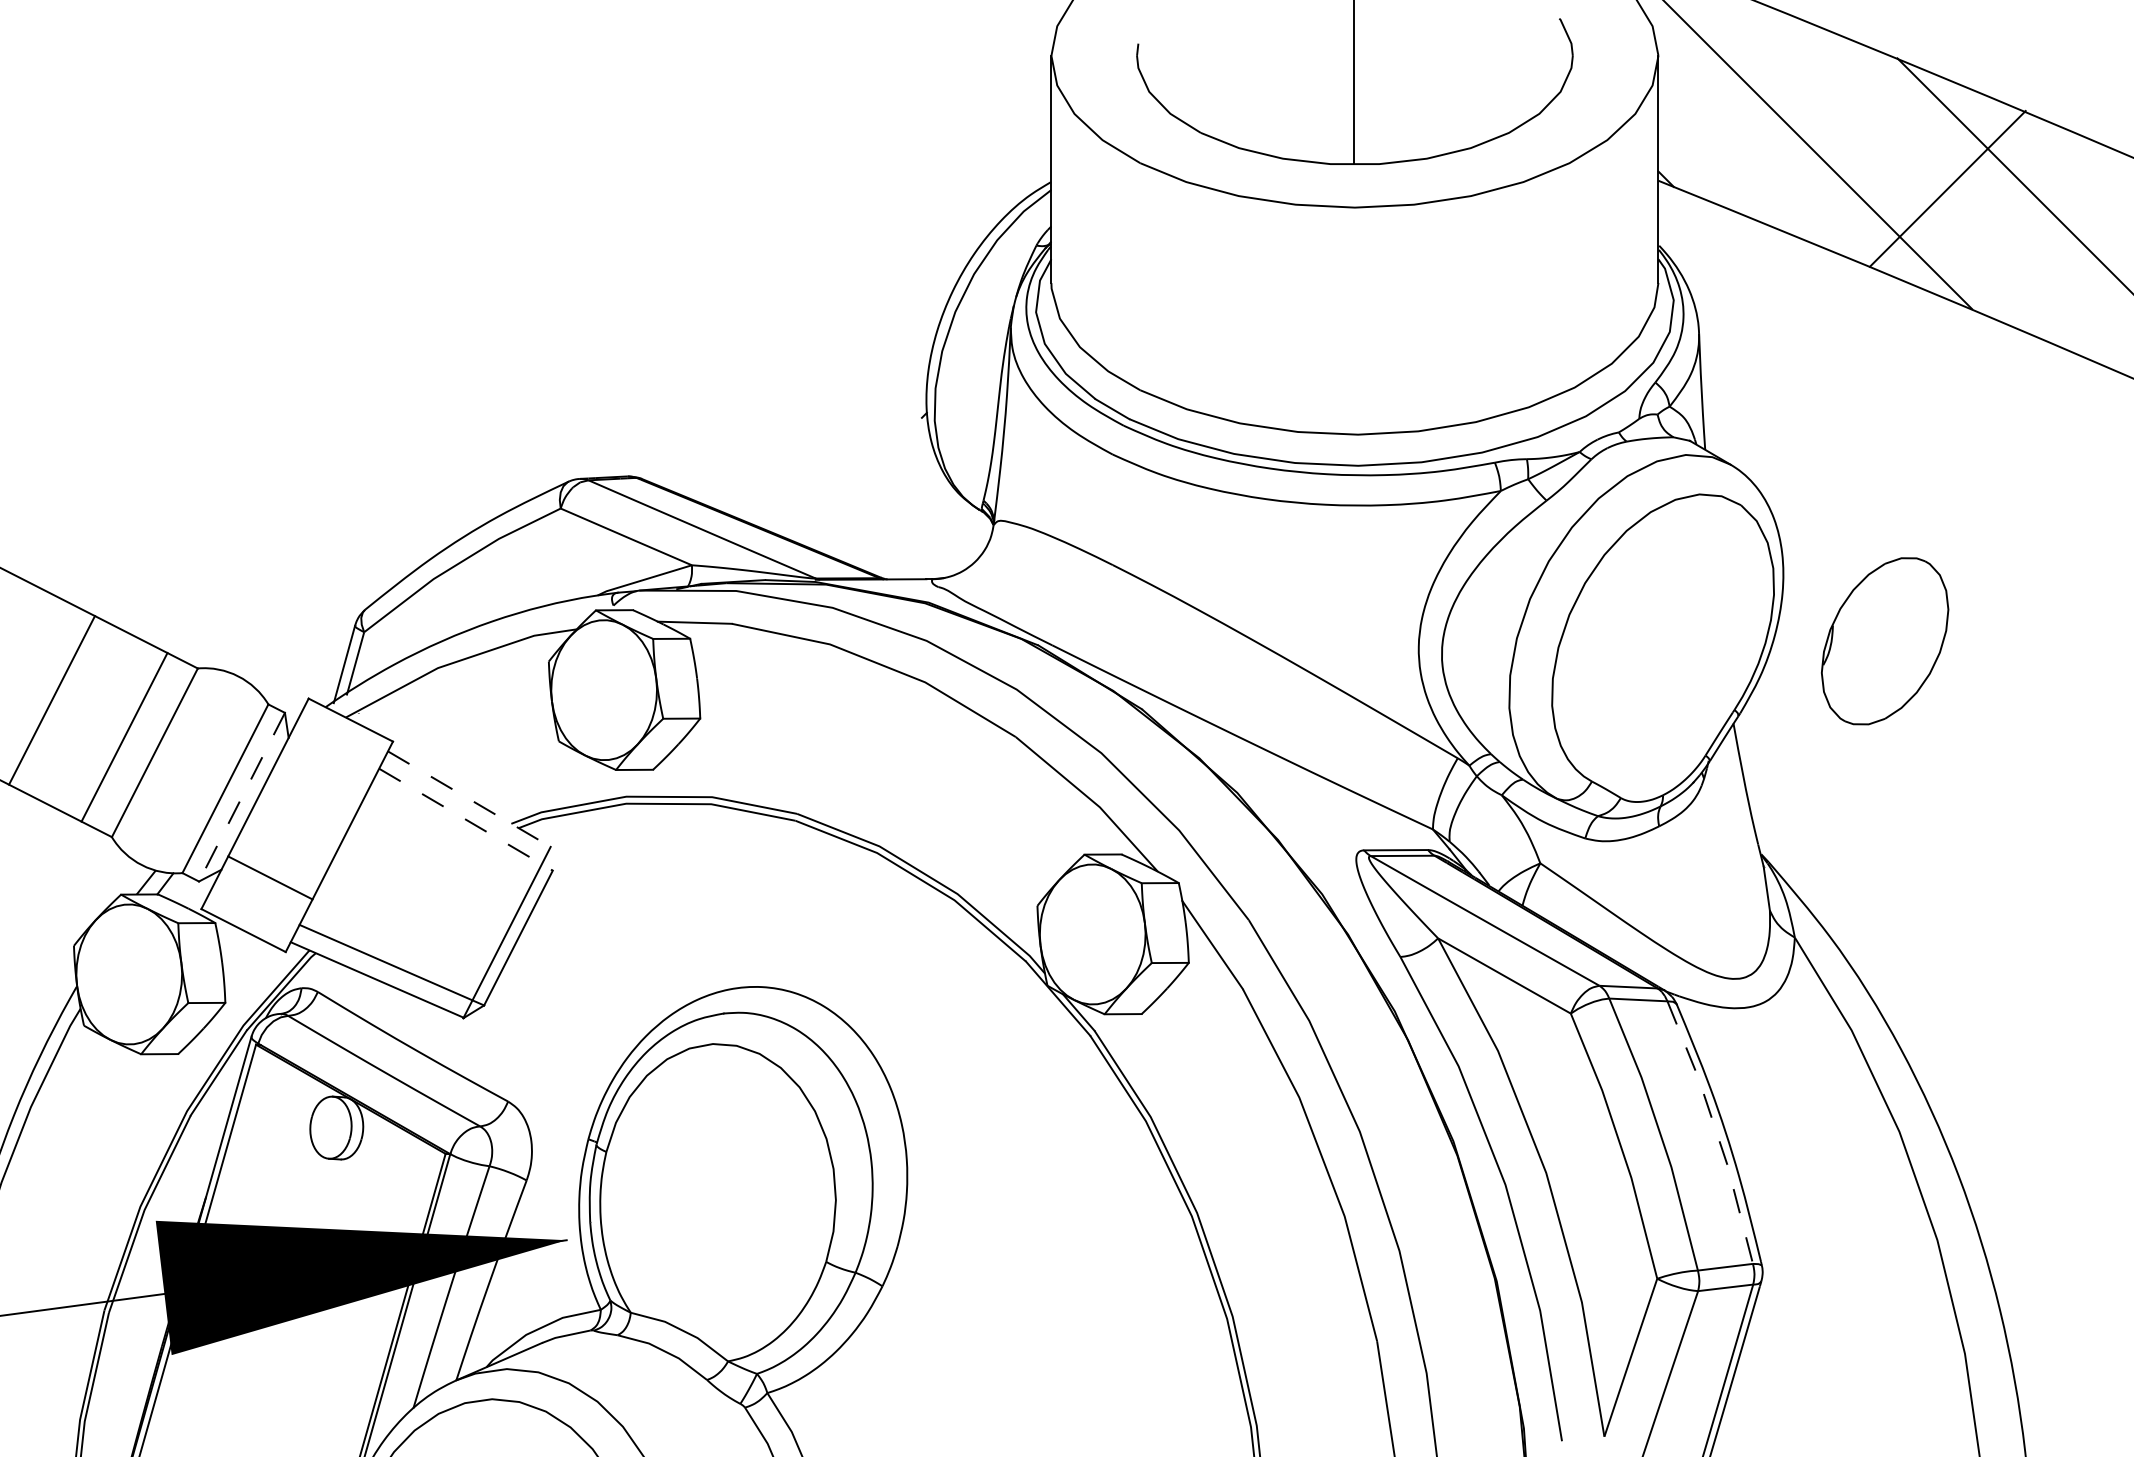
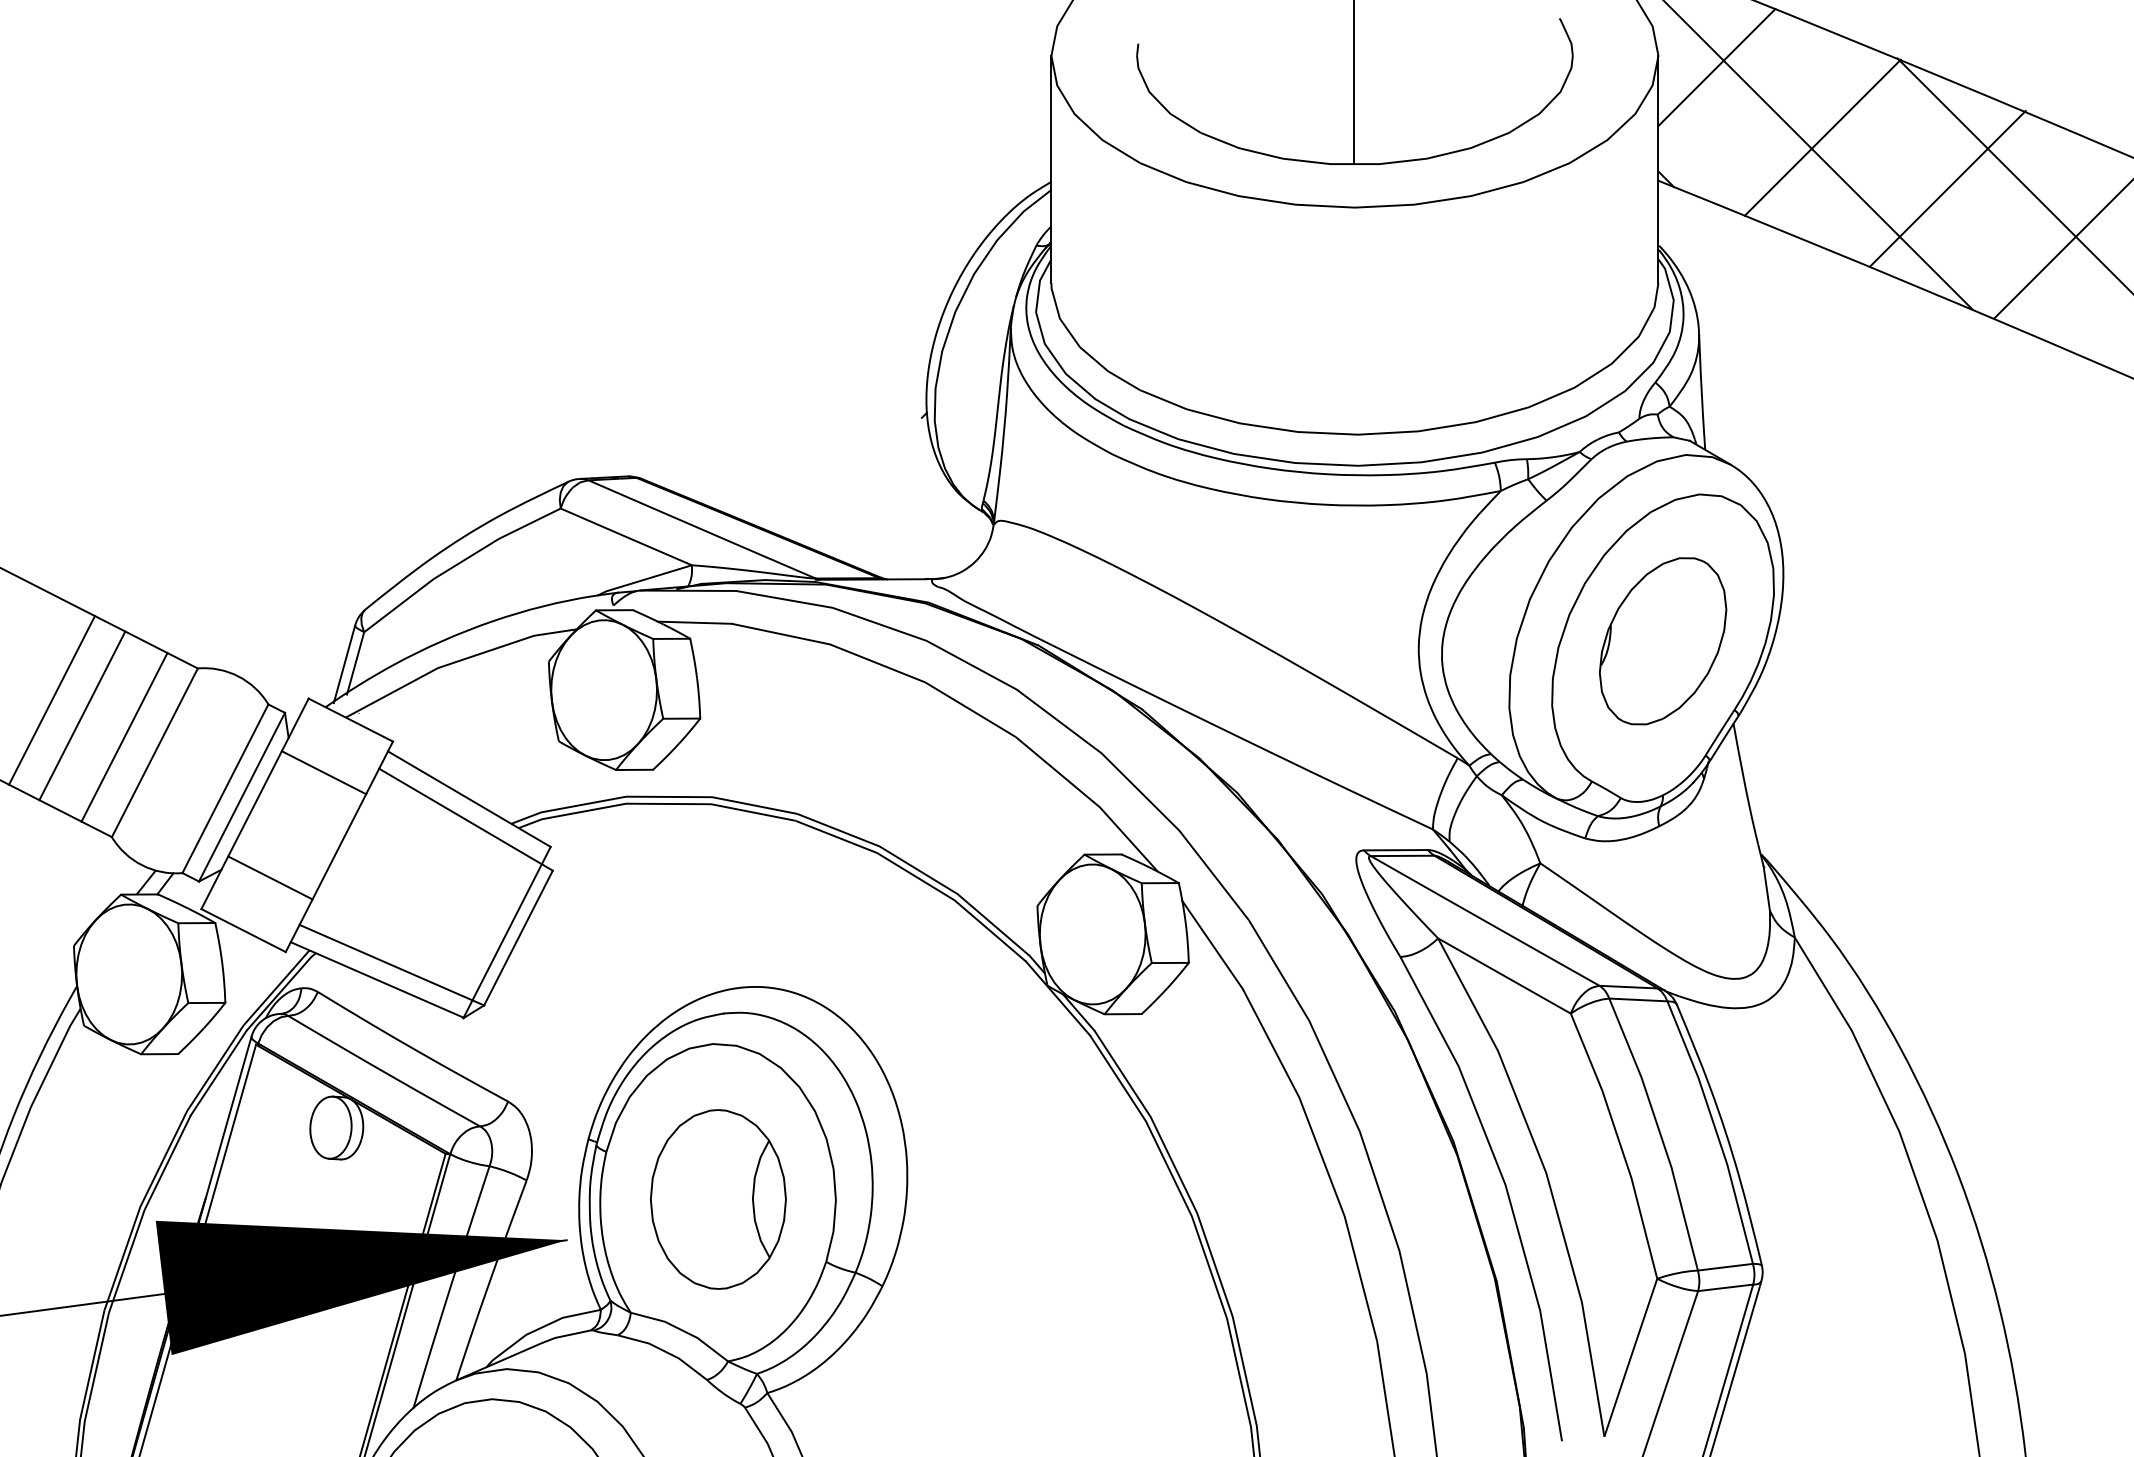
line at (1716, 67): none -> present
line at (1822, 137): none -> present
line at (2062, 249): none -> present
part at (1885, 641) position: (1885, 641) -> (1663, 641)
line at (82, 715): none -> present
line at (323, 772): none -> present
line at (241, 797): dashed -> solid
line at (469, 799): dashed -> solid
line at (465, 819): dashed -> solid
line at (1716, 1130): dashed -> solid
part at (718, 1199): none -> present
